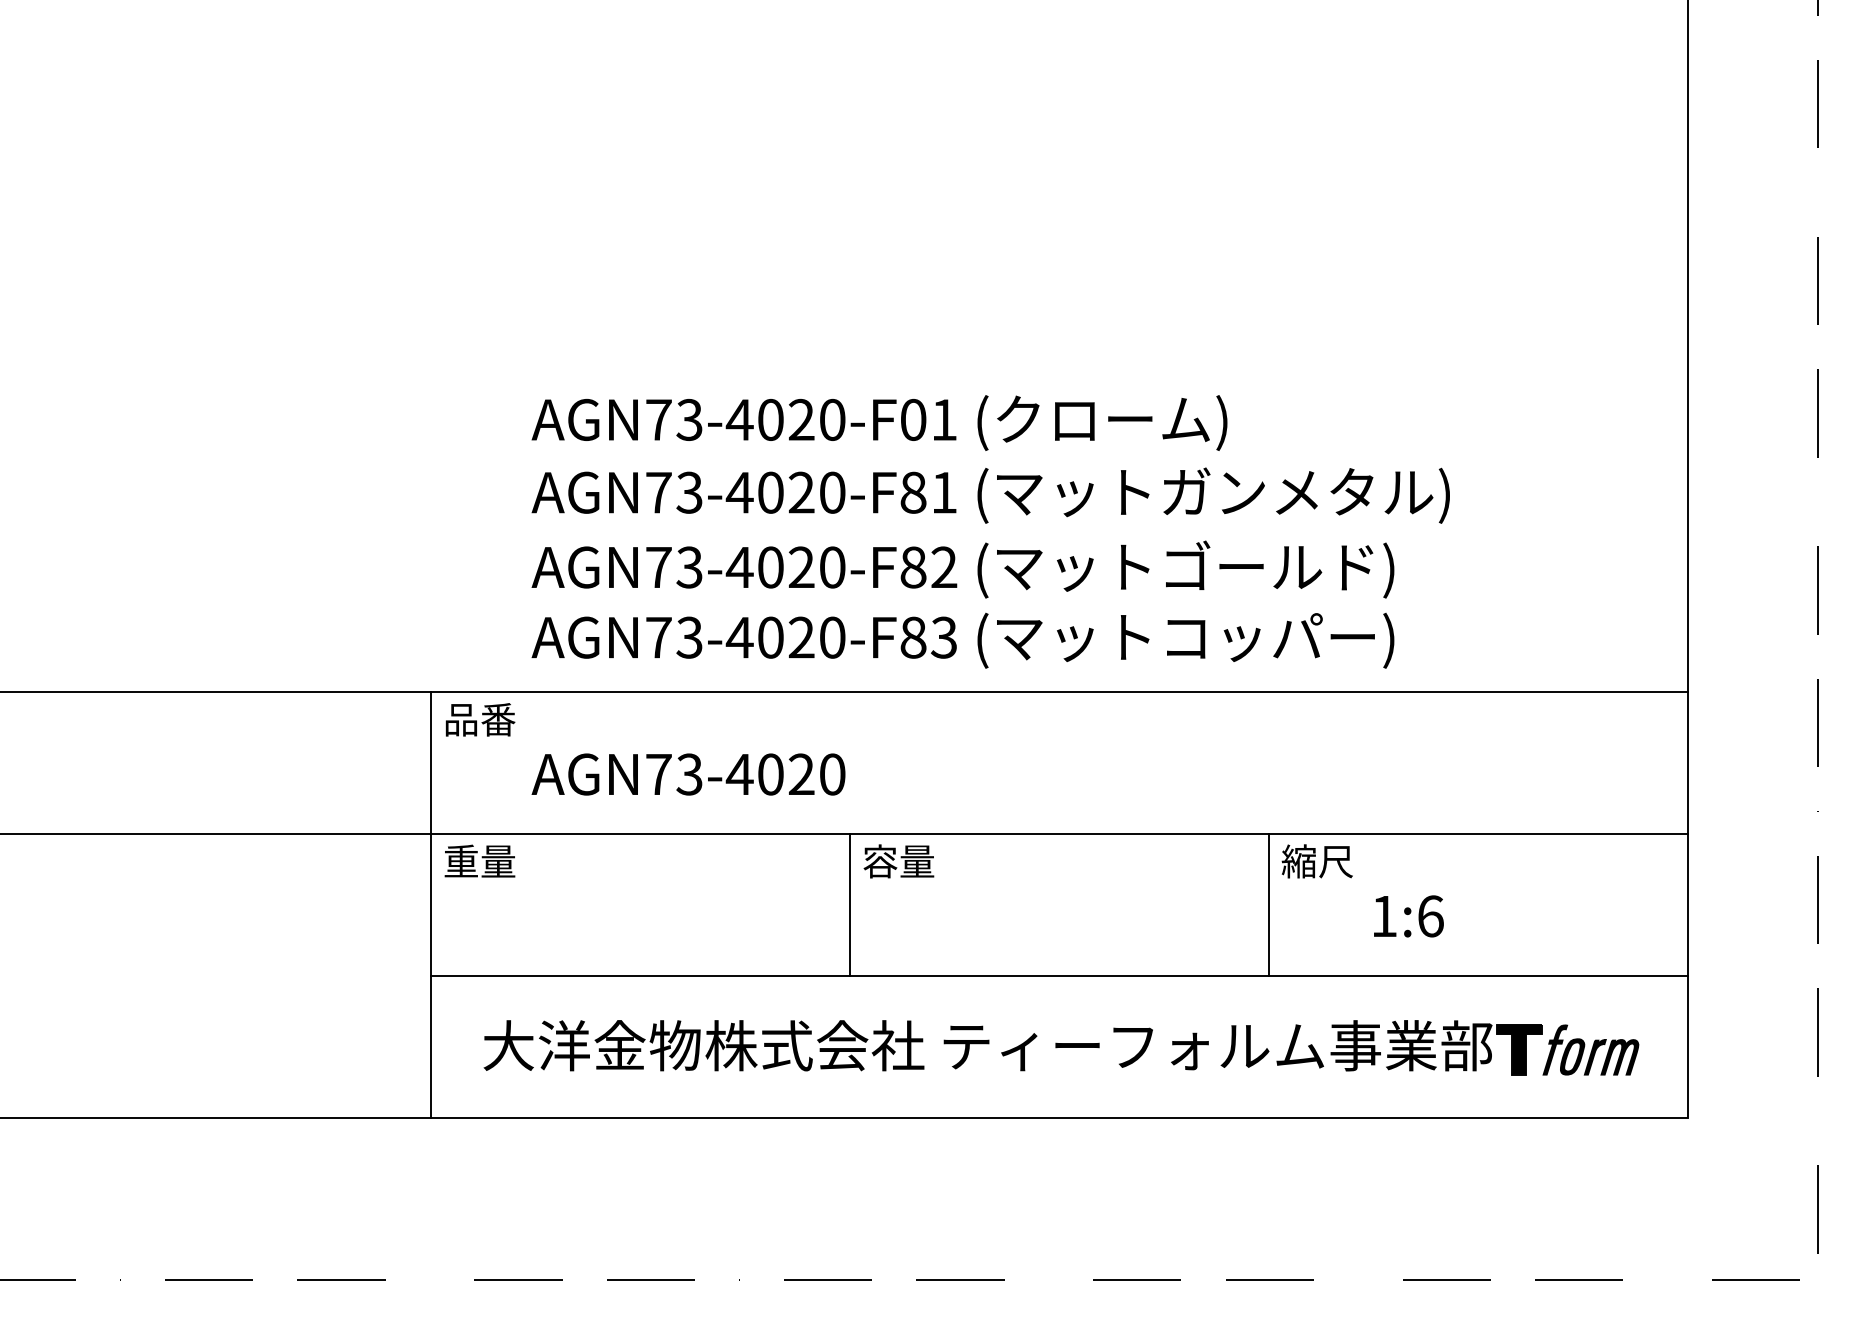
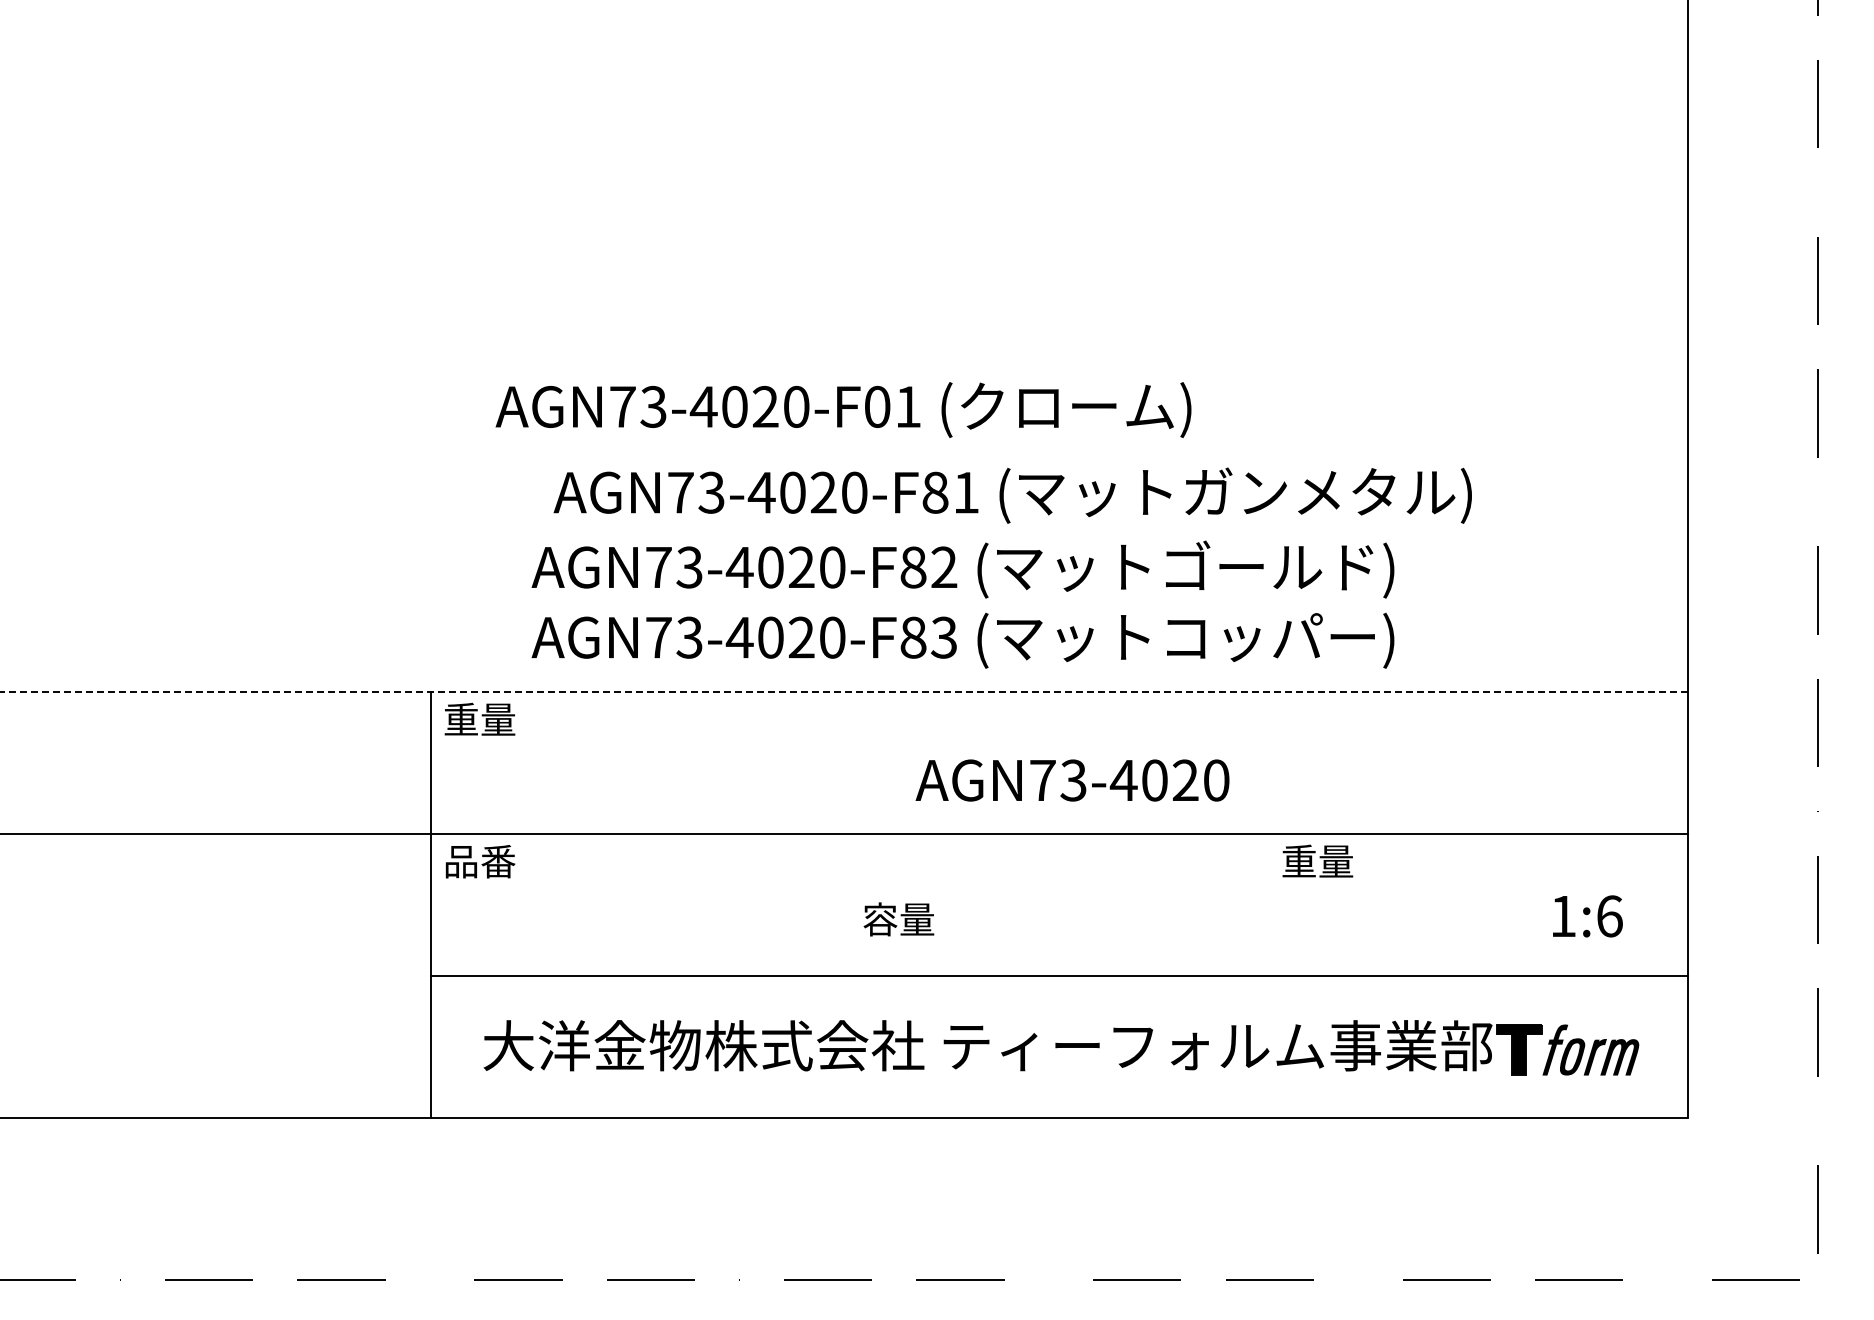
text at (879, 422) position: (879, 422) -> (843, 409)
text at (990, 495) position: (990, 495) -> (1012, 495)
line at (844, 692): solid -> dashed
text at (479, 719): 品番 -> 重量
text at (688, 774) position: (688, 774) -> (1072, 780)
text at (479, 861): 重量 -> 品番
text at (898, 861) position: (898, 861) -> (898, 919)
text at (1317, 861): 縮尺 -> 重量
line at (850, 905): present -> none
line at (1268, 905): present -> none
text at (1408, 916) position: (1408, 916) -> (1587, 916)
